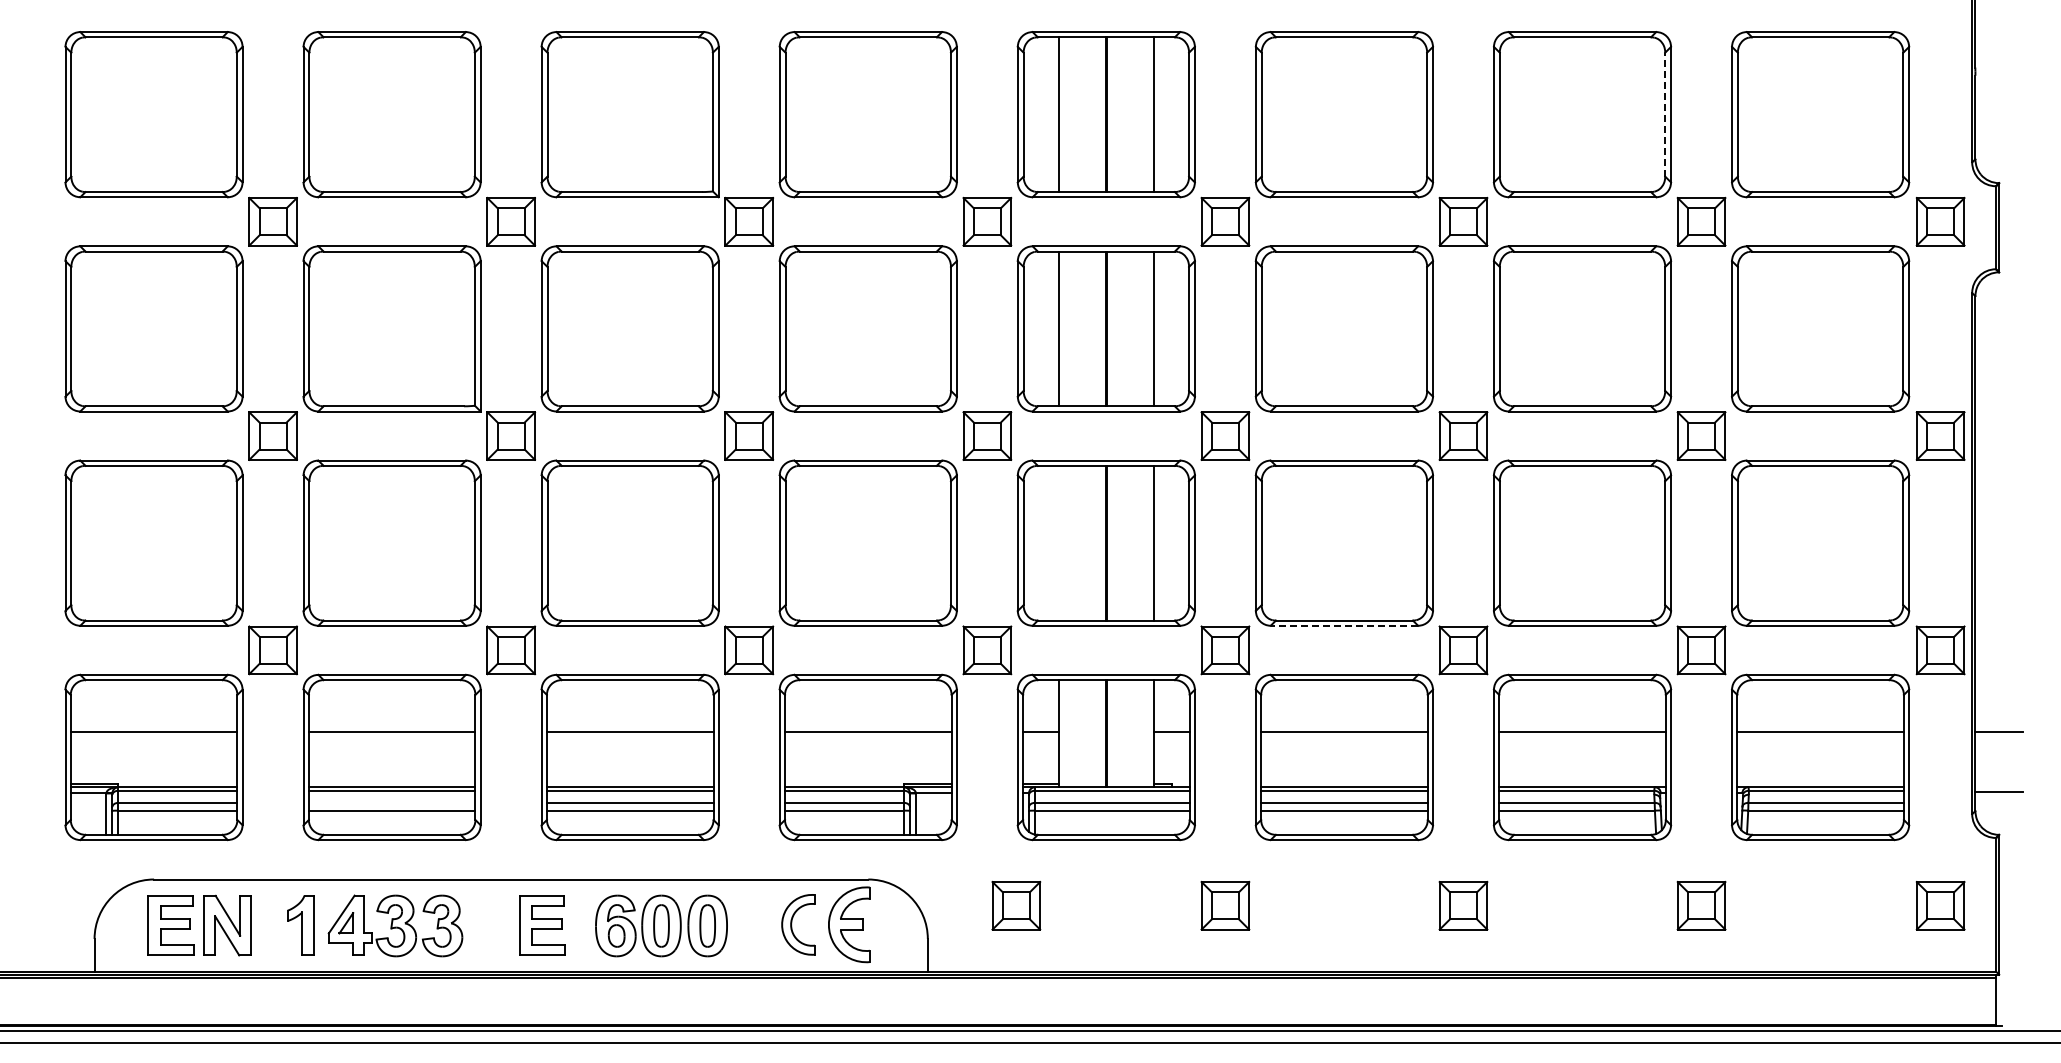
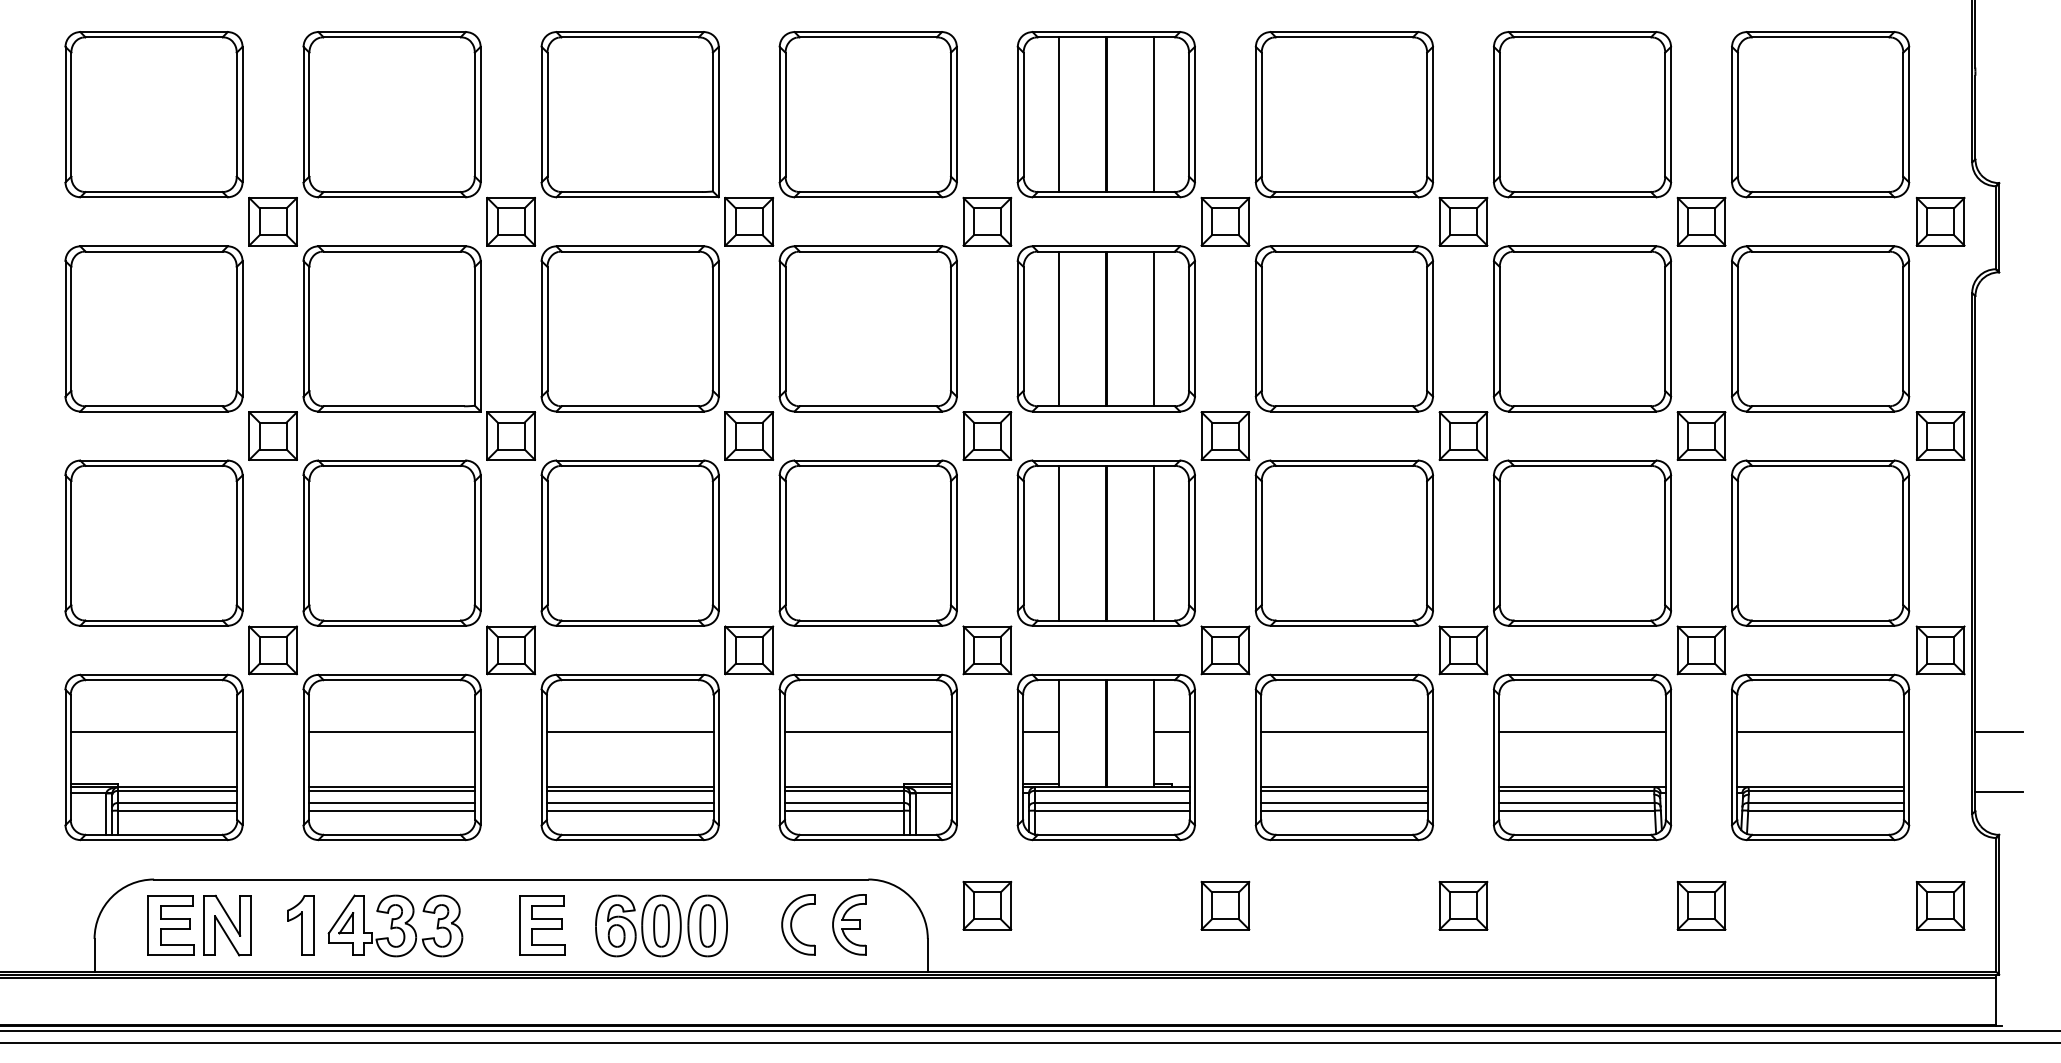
line at (1665, 114): dashed -> solid
line at (1058, 542): none -> present
line at (1344, 625): dashed -> solid
line at (391, 802): none -> present
part at (1016, 905) position: (1016, 905) -> (987, 905)
part at (849, 924) size: 43x78 px -> 35x62 px
